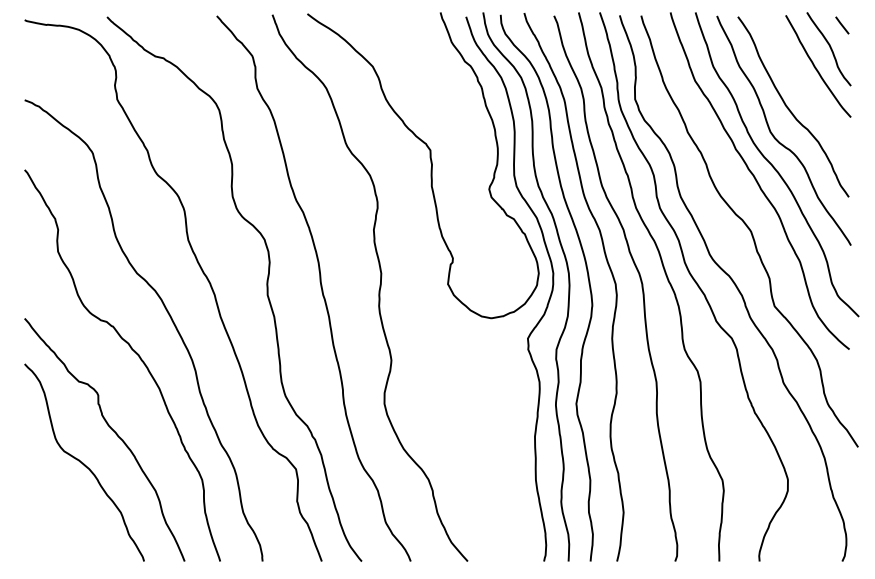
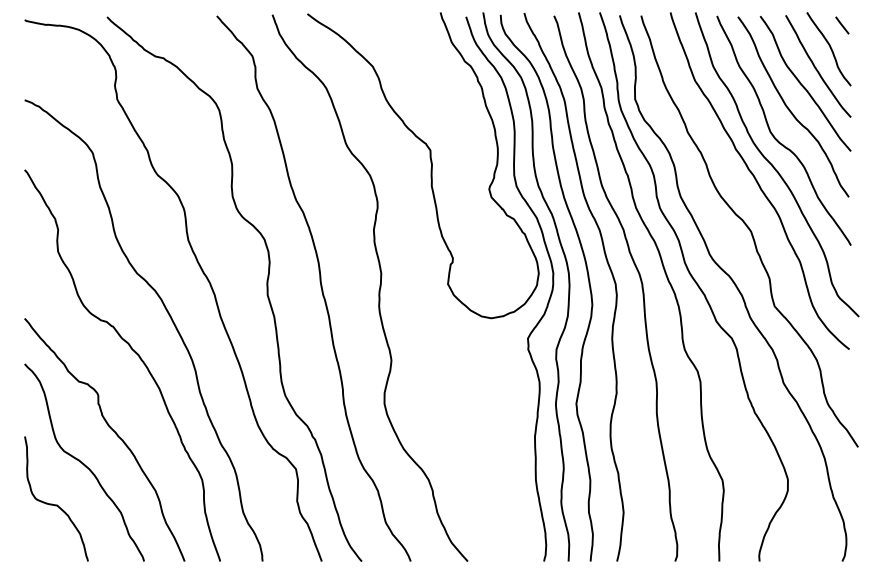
curve at (803, 85): none -> present
curve at (56, 504): none -> present
